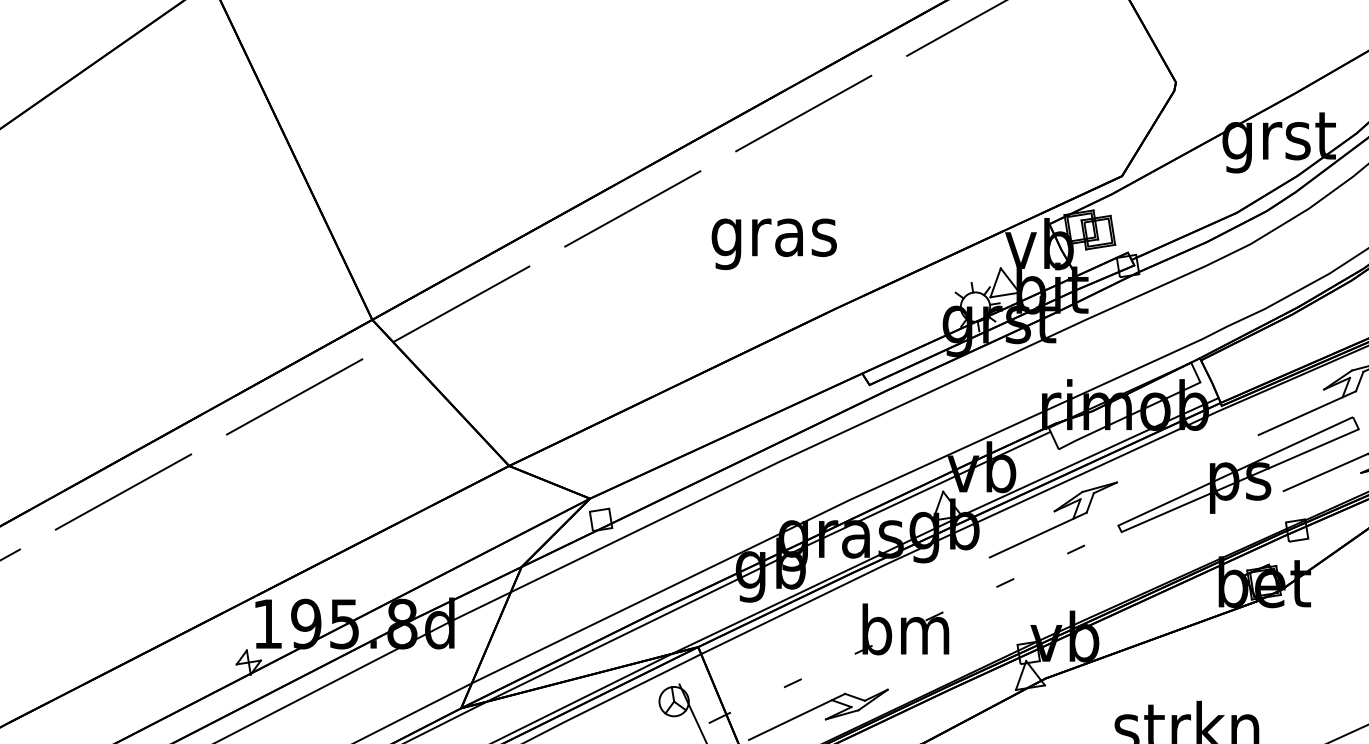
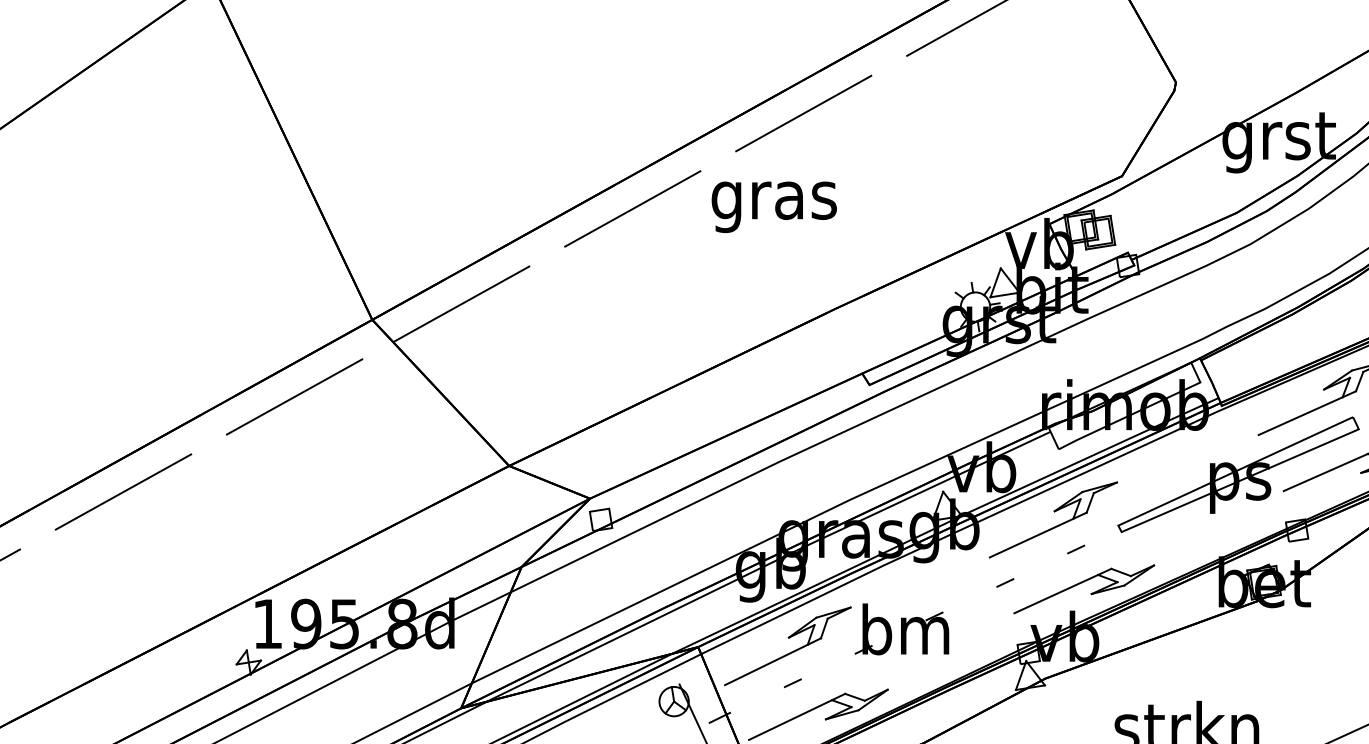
text at (773, 243) position: (773, 243) -> (773, 206)
part at (1082, 583): none -> present
part at (789, 652): none -> present
